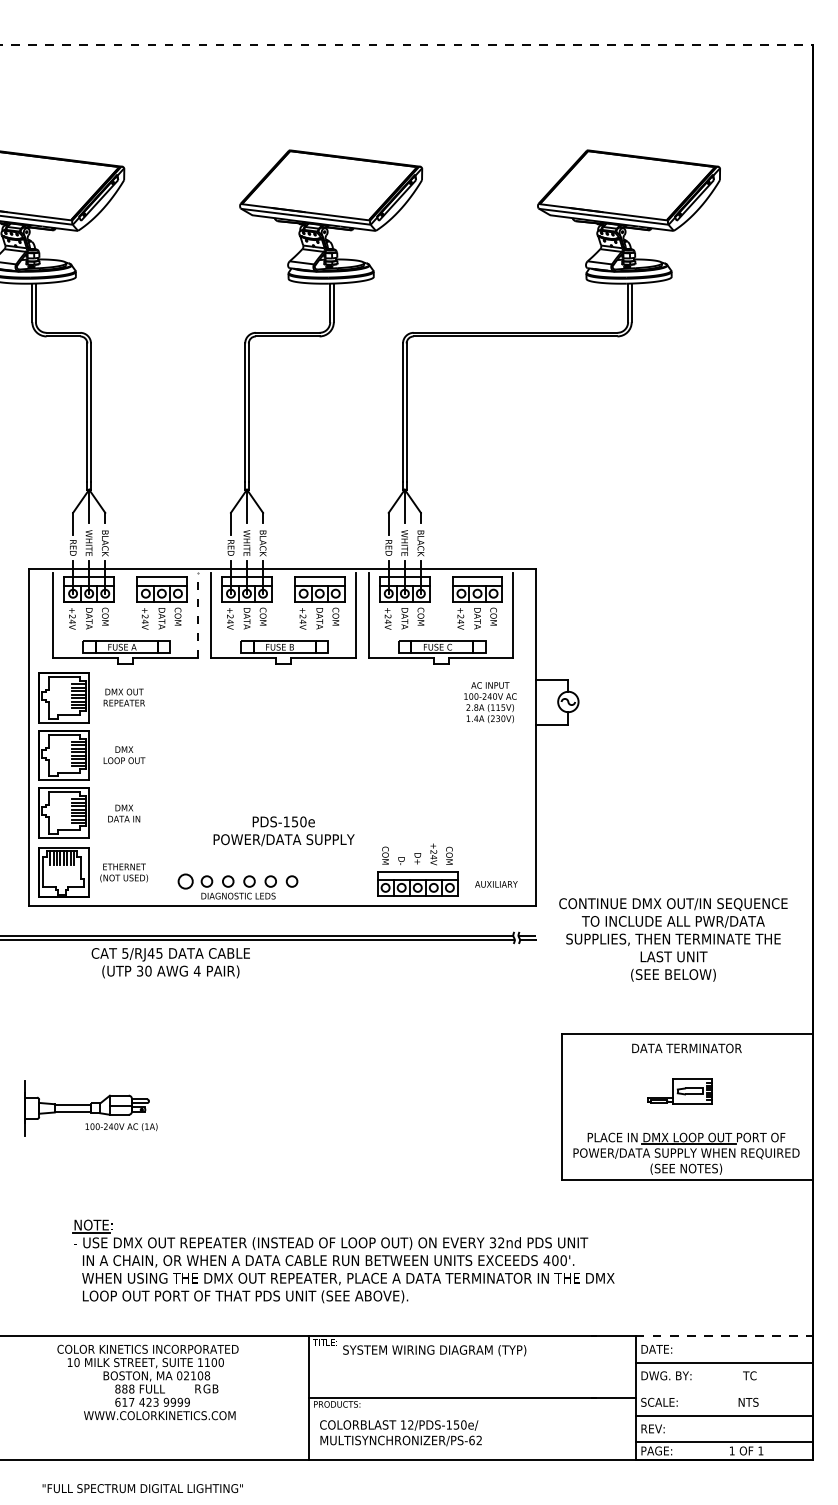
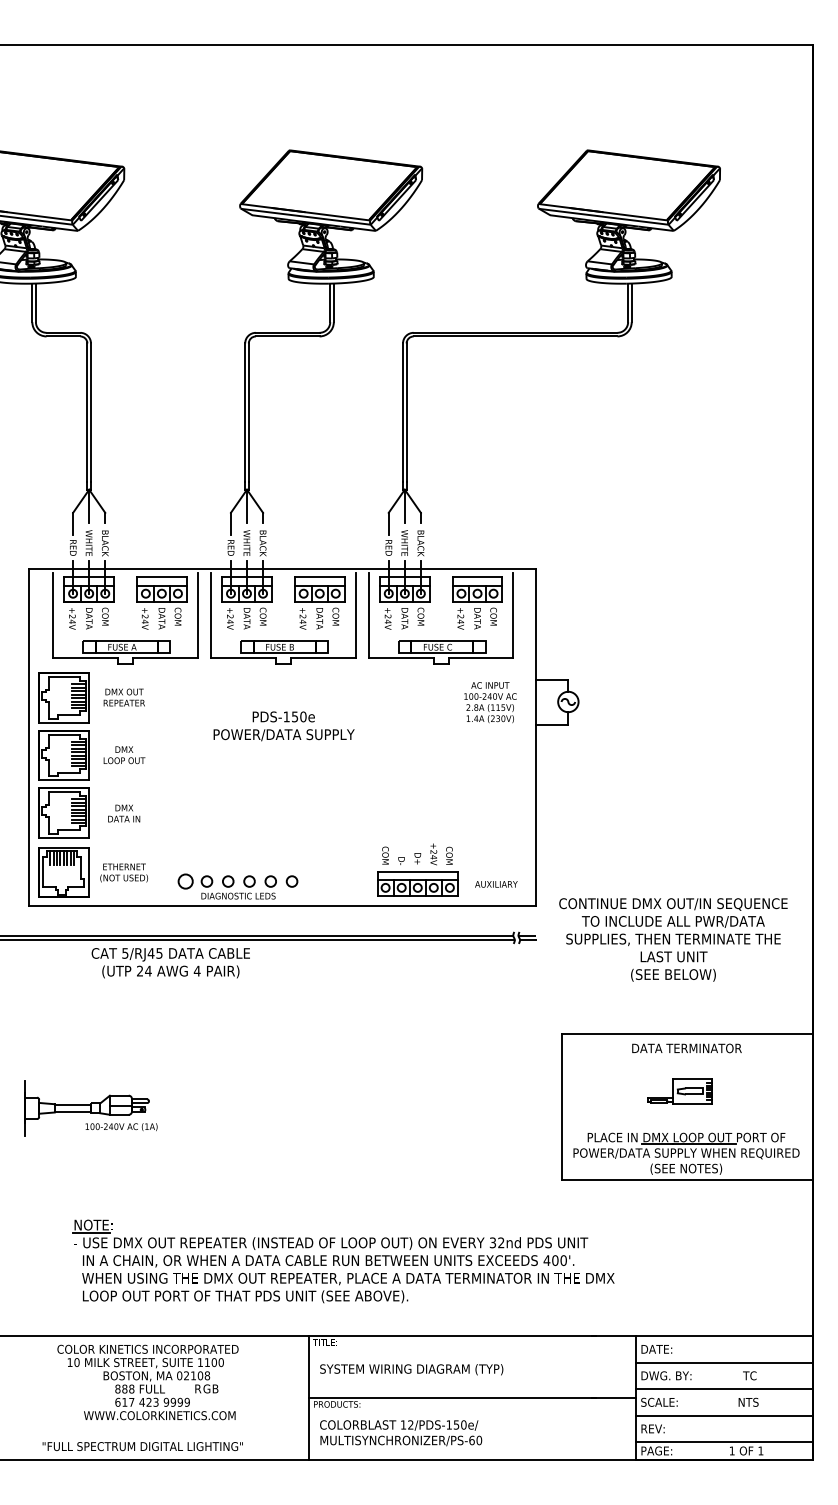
line at (406, 45): dashed -> solid
line at (197, 615): dashed -> solid
text at (283, 831) position: (283, 831) -> (283, 726)
text at (144, 970): 30 -> 24
line at (724, 1336): dashed -> solid
text at (434, 1350) position: (434, 1350) -> (411, 1369)
line at (723, 1389): none -> present
text at (479, 1440): MULTISYNCHRONIZER/PS-62 -> MULTISYNCHRONIZER/PS-60
text at (142, 1488) position: (142, 1488) -> (142, 1446)
